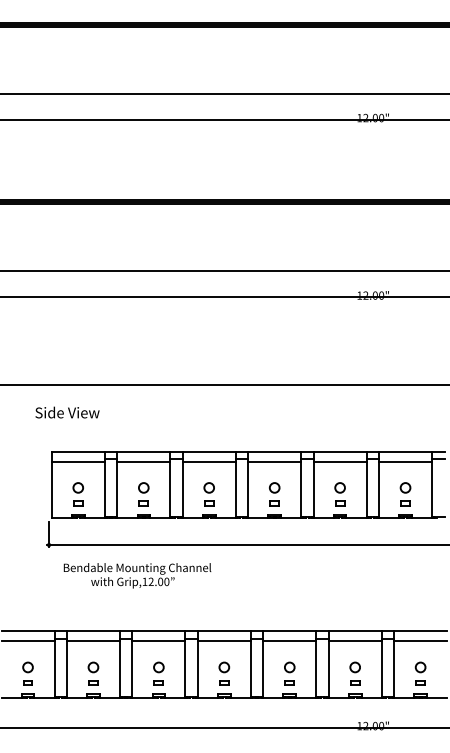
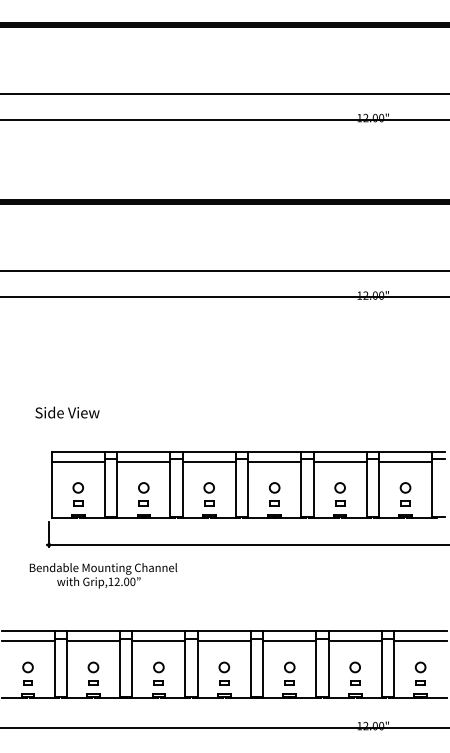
line at (224, 384): present -> none
text at (137, 575) position: (137, 575) -> (103, 575)
